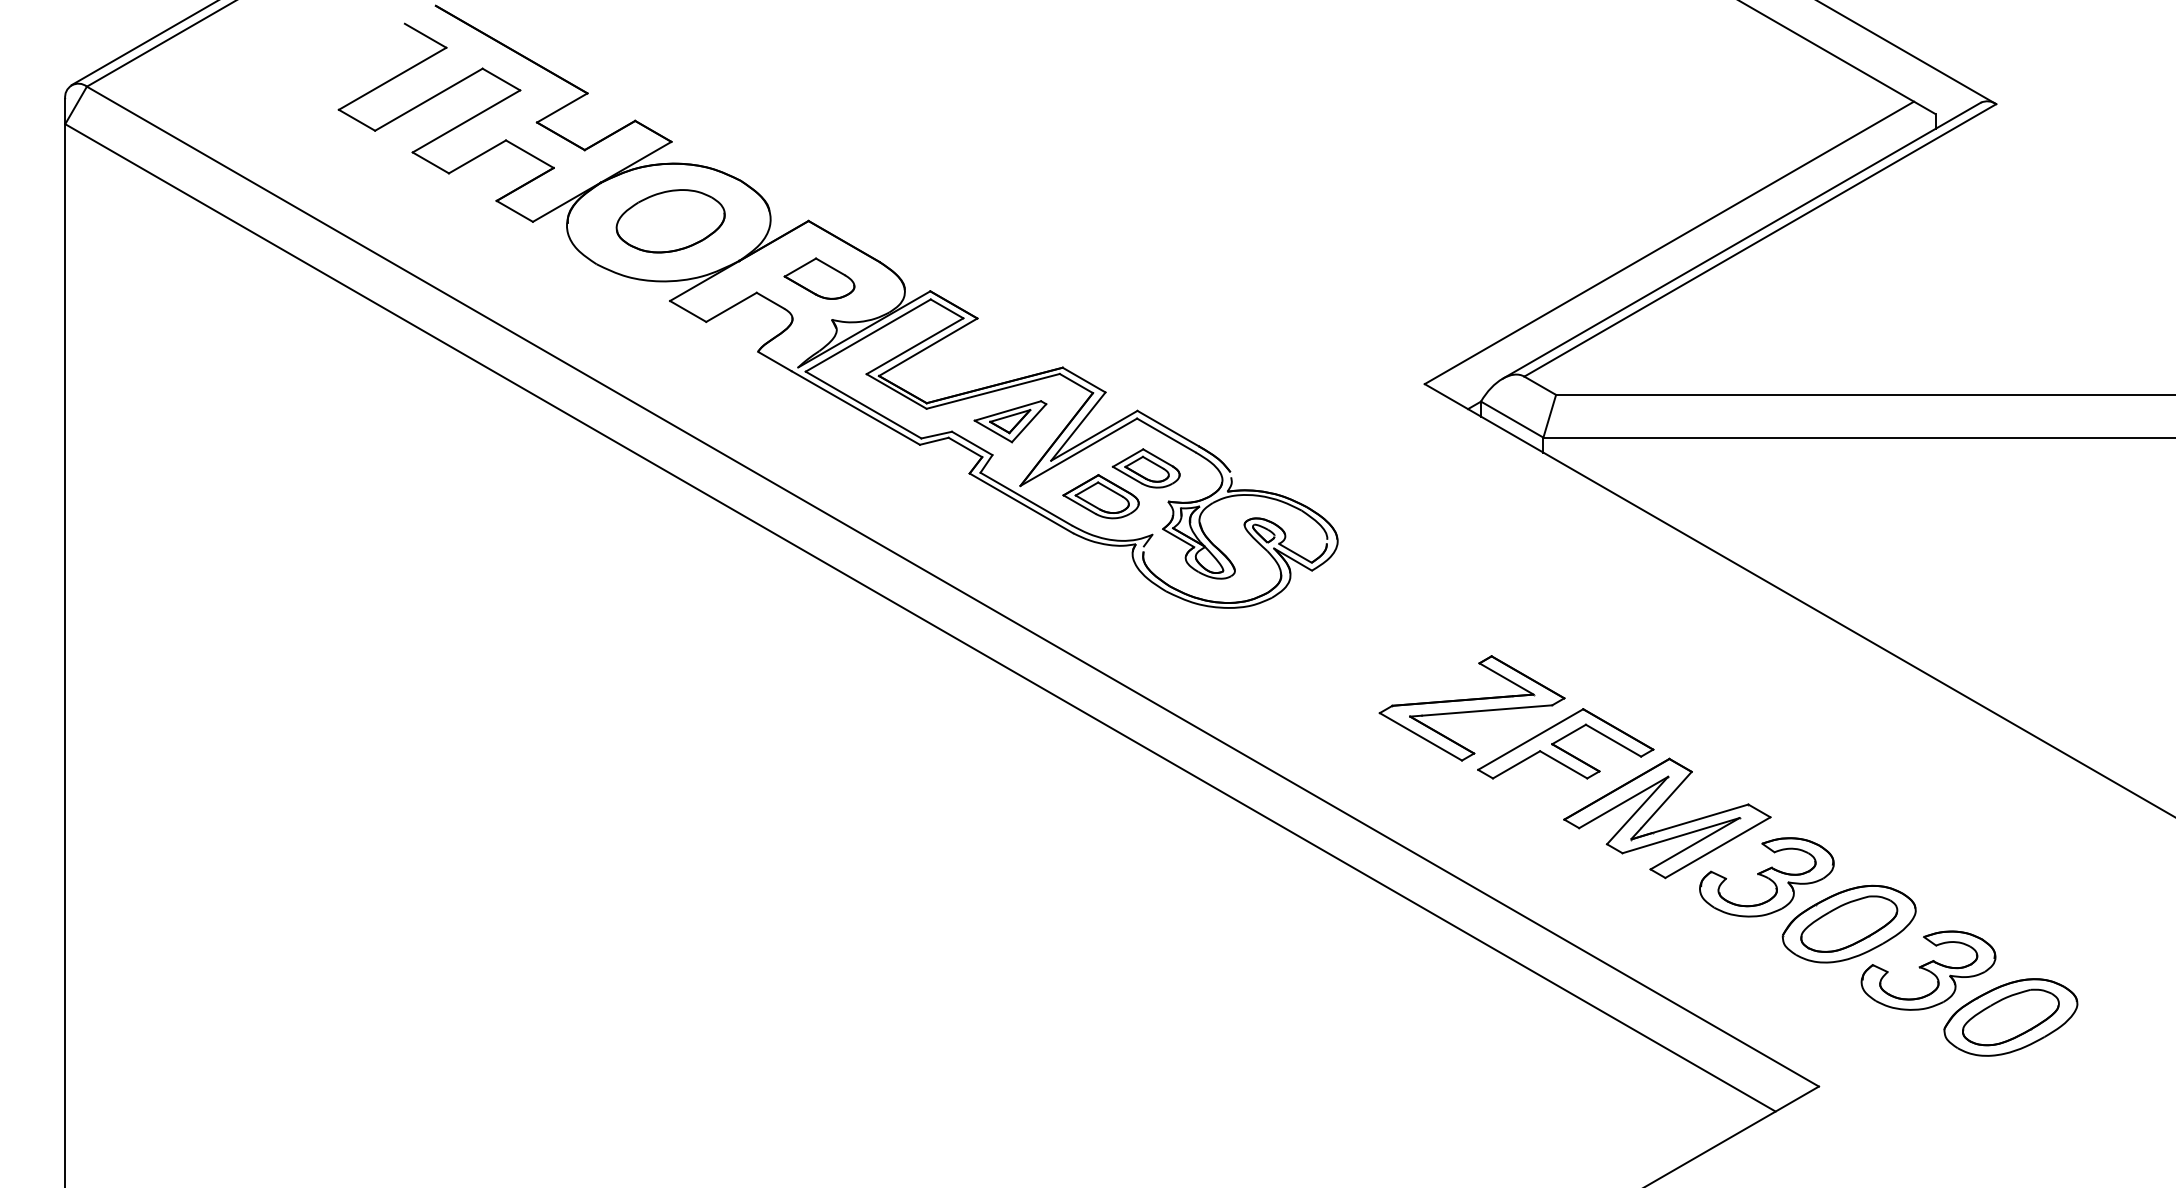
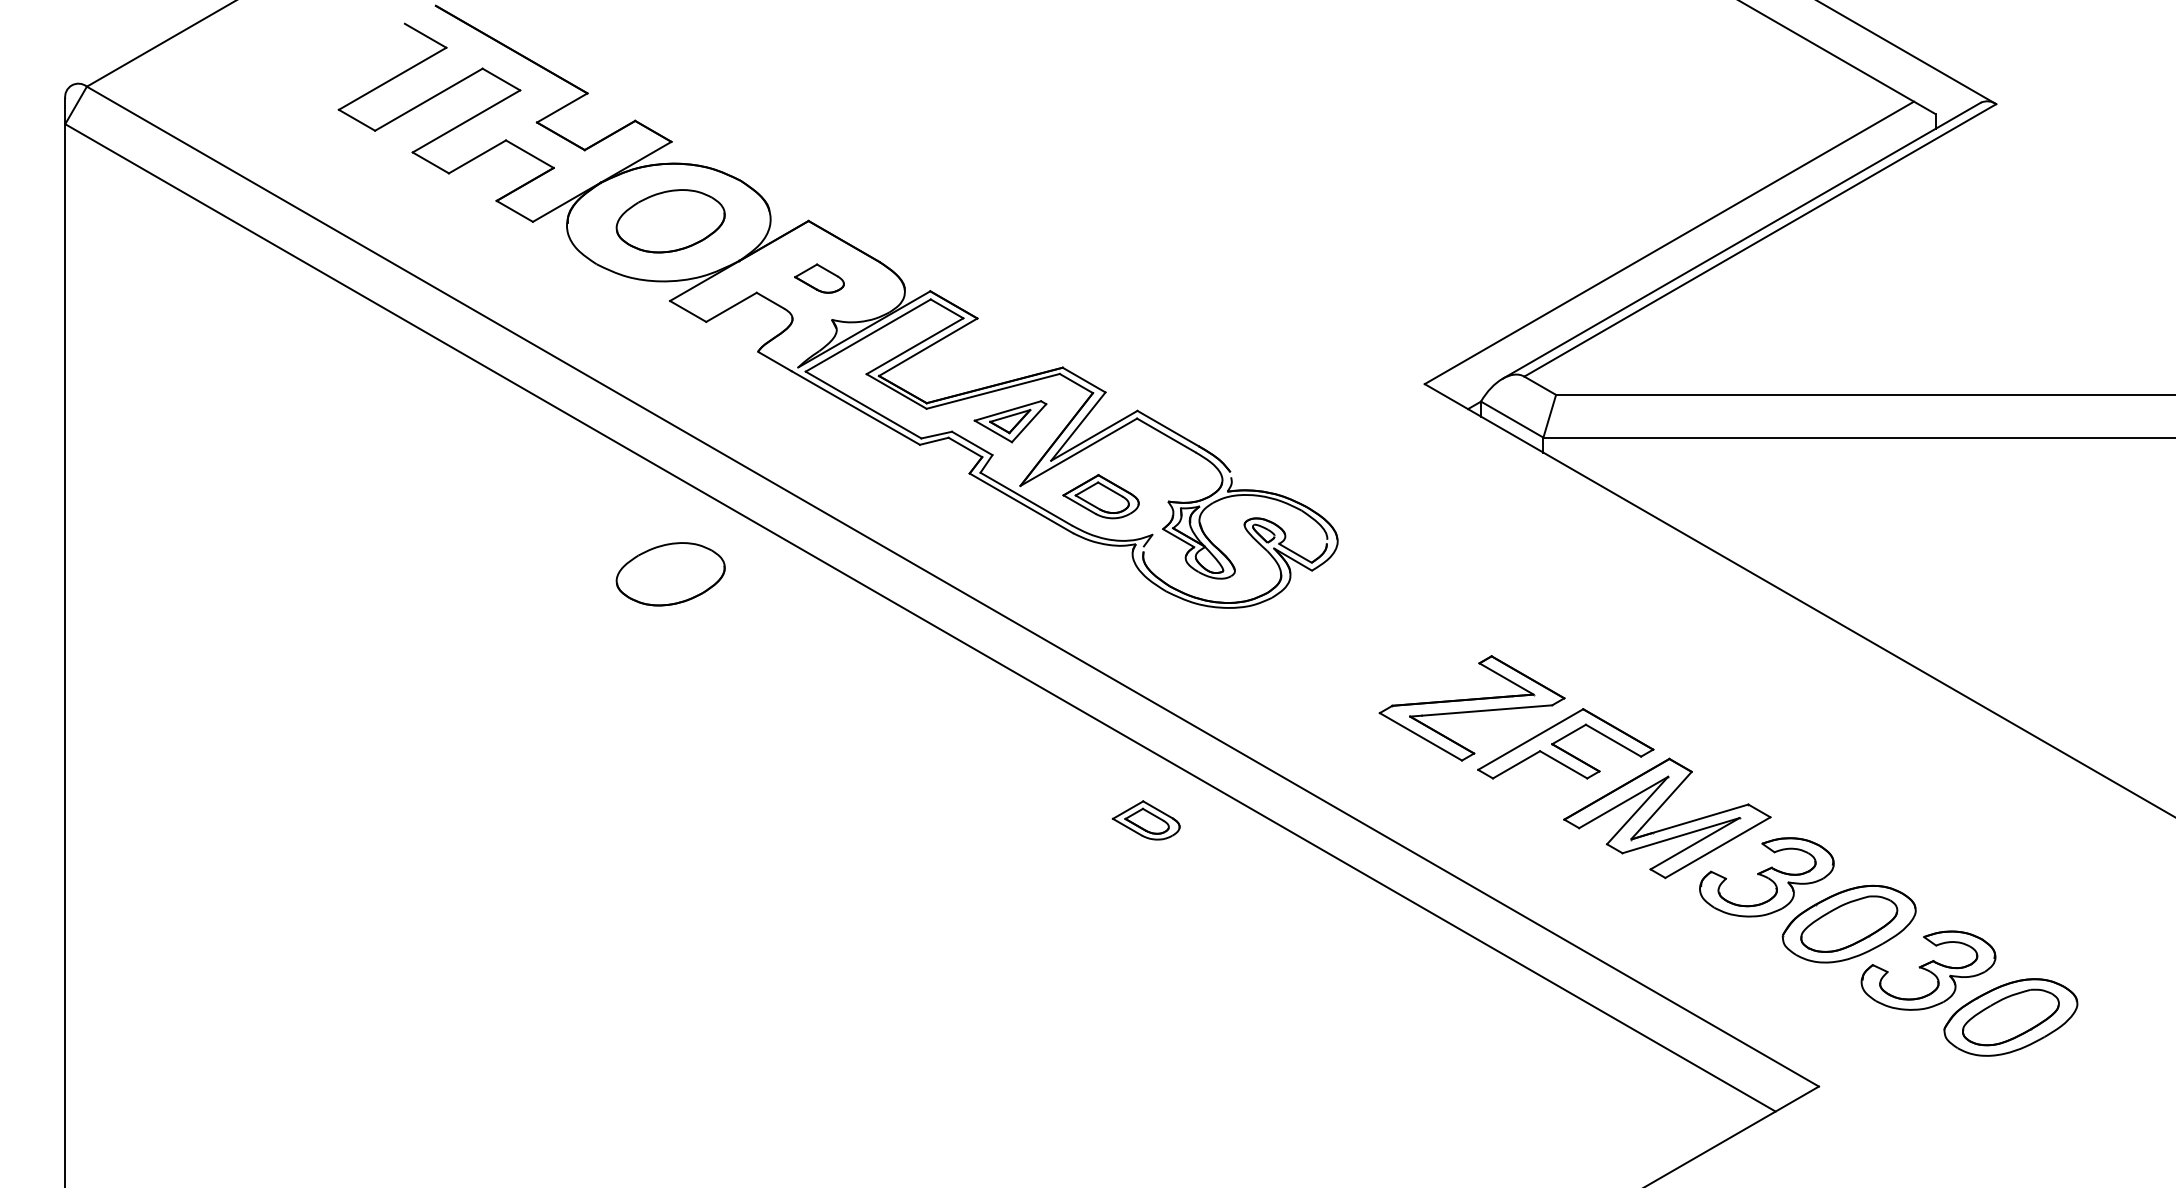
line at (143, 43): present -> none
part at (819, 278) size: 73x43 px -> 51x31 px
part at (1145, 468) position: (1145, 468) -> (1145, 820)
part at (670, 574): none -> present
